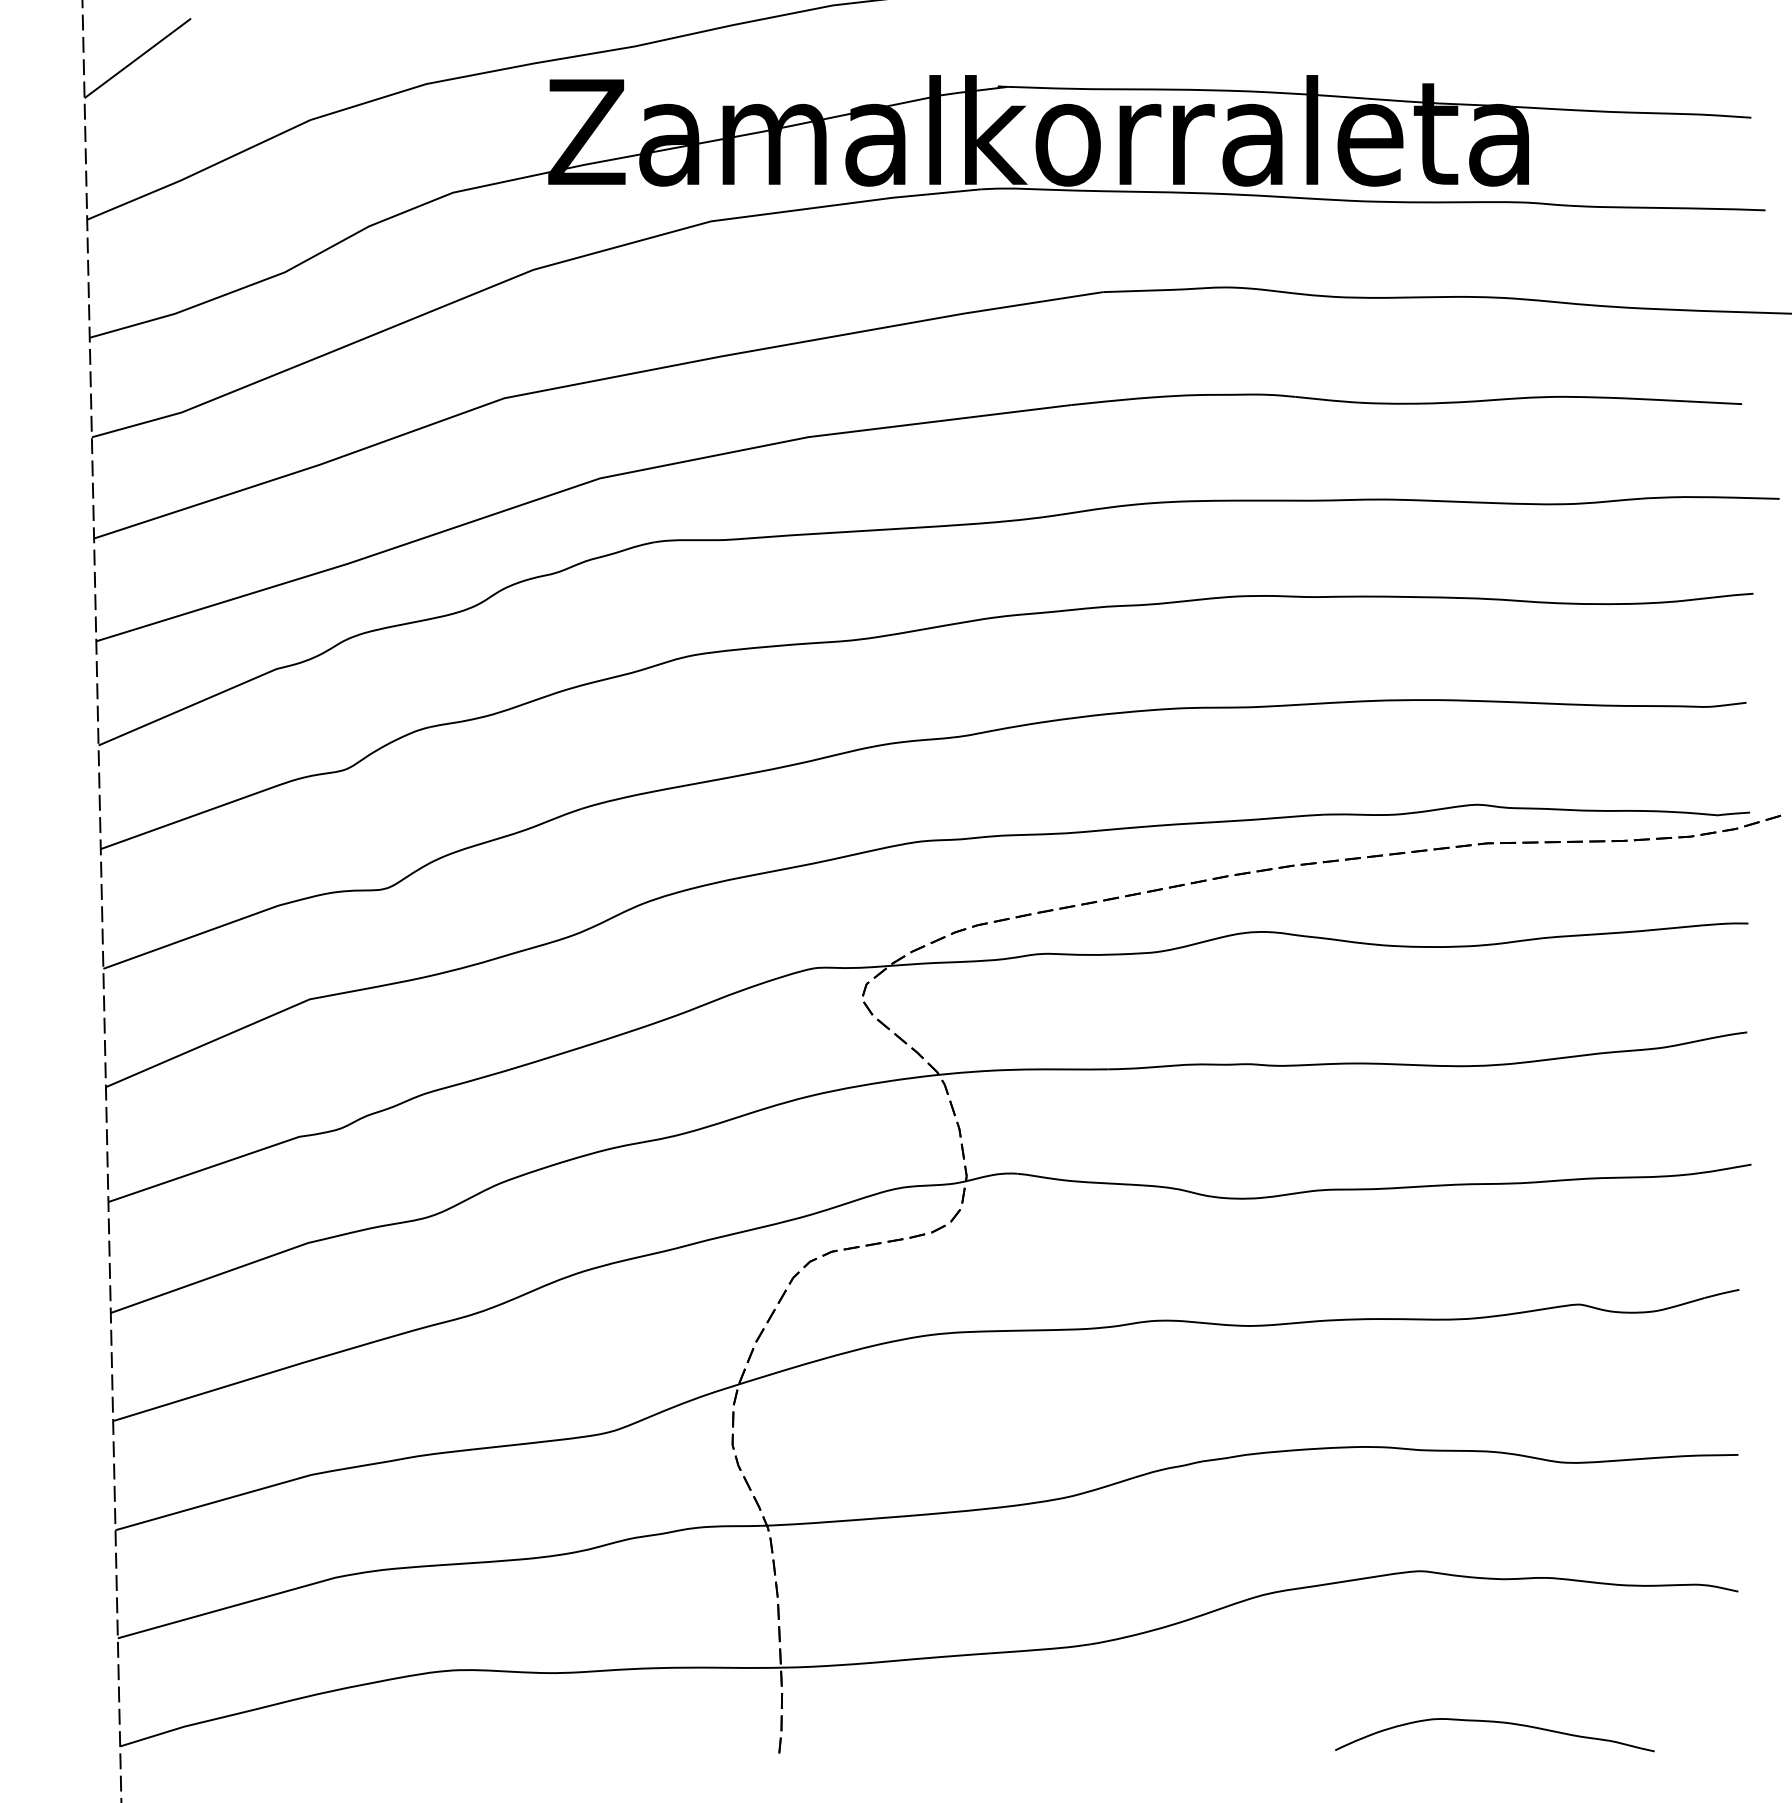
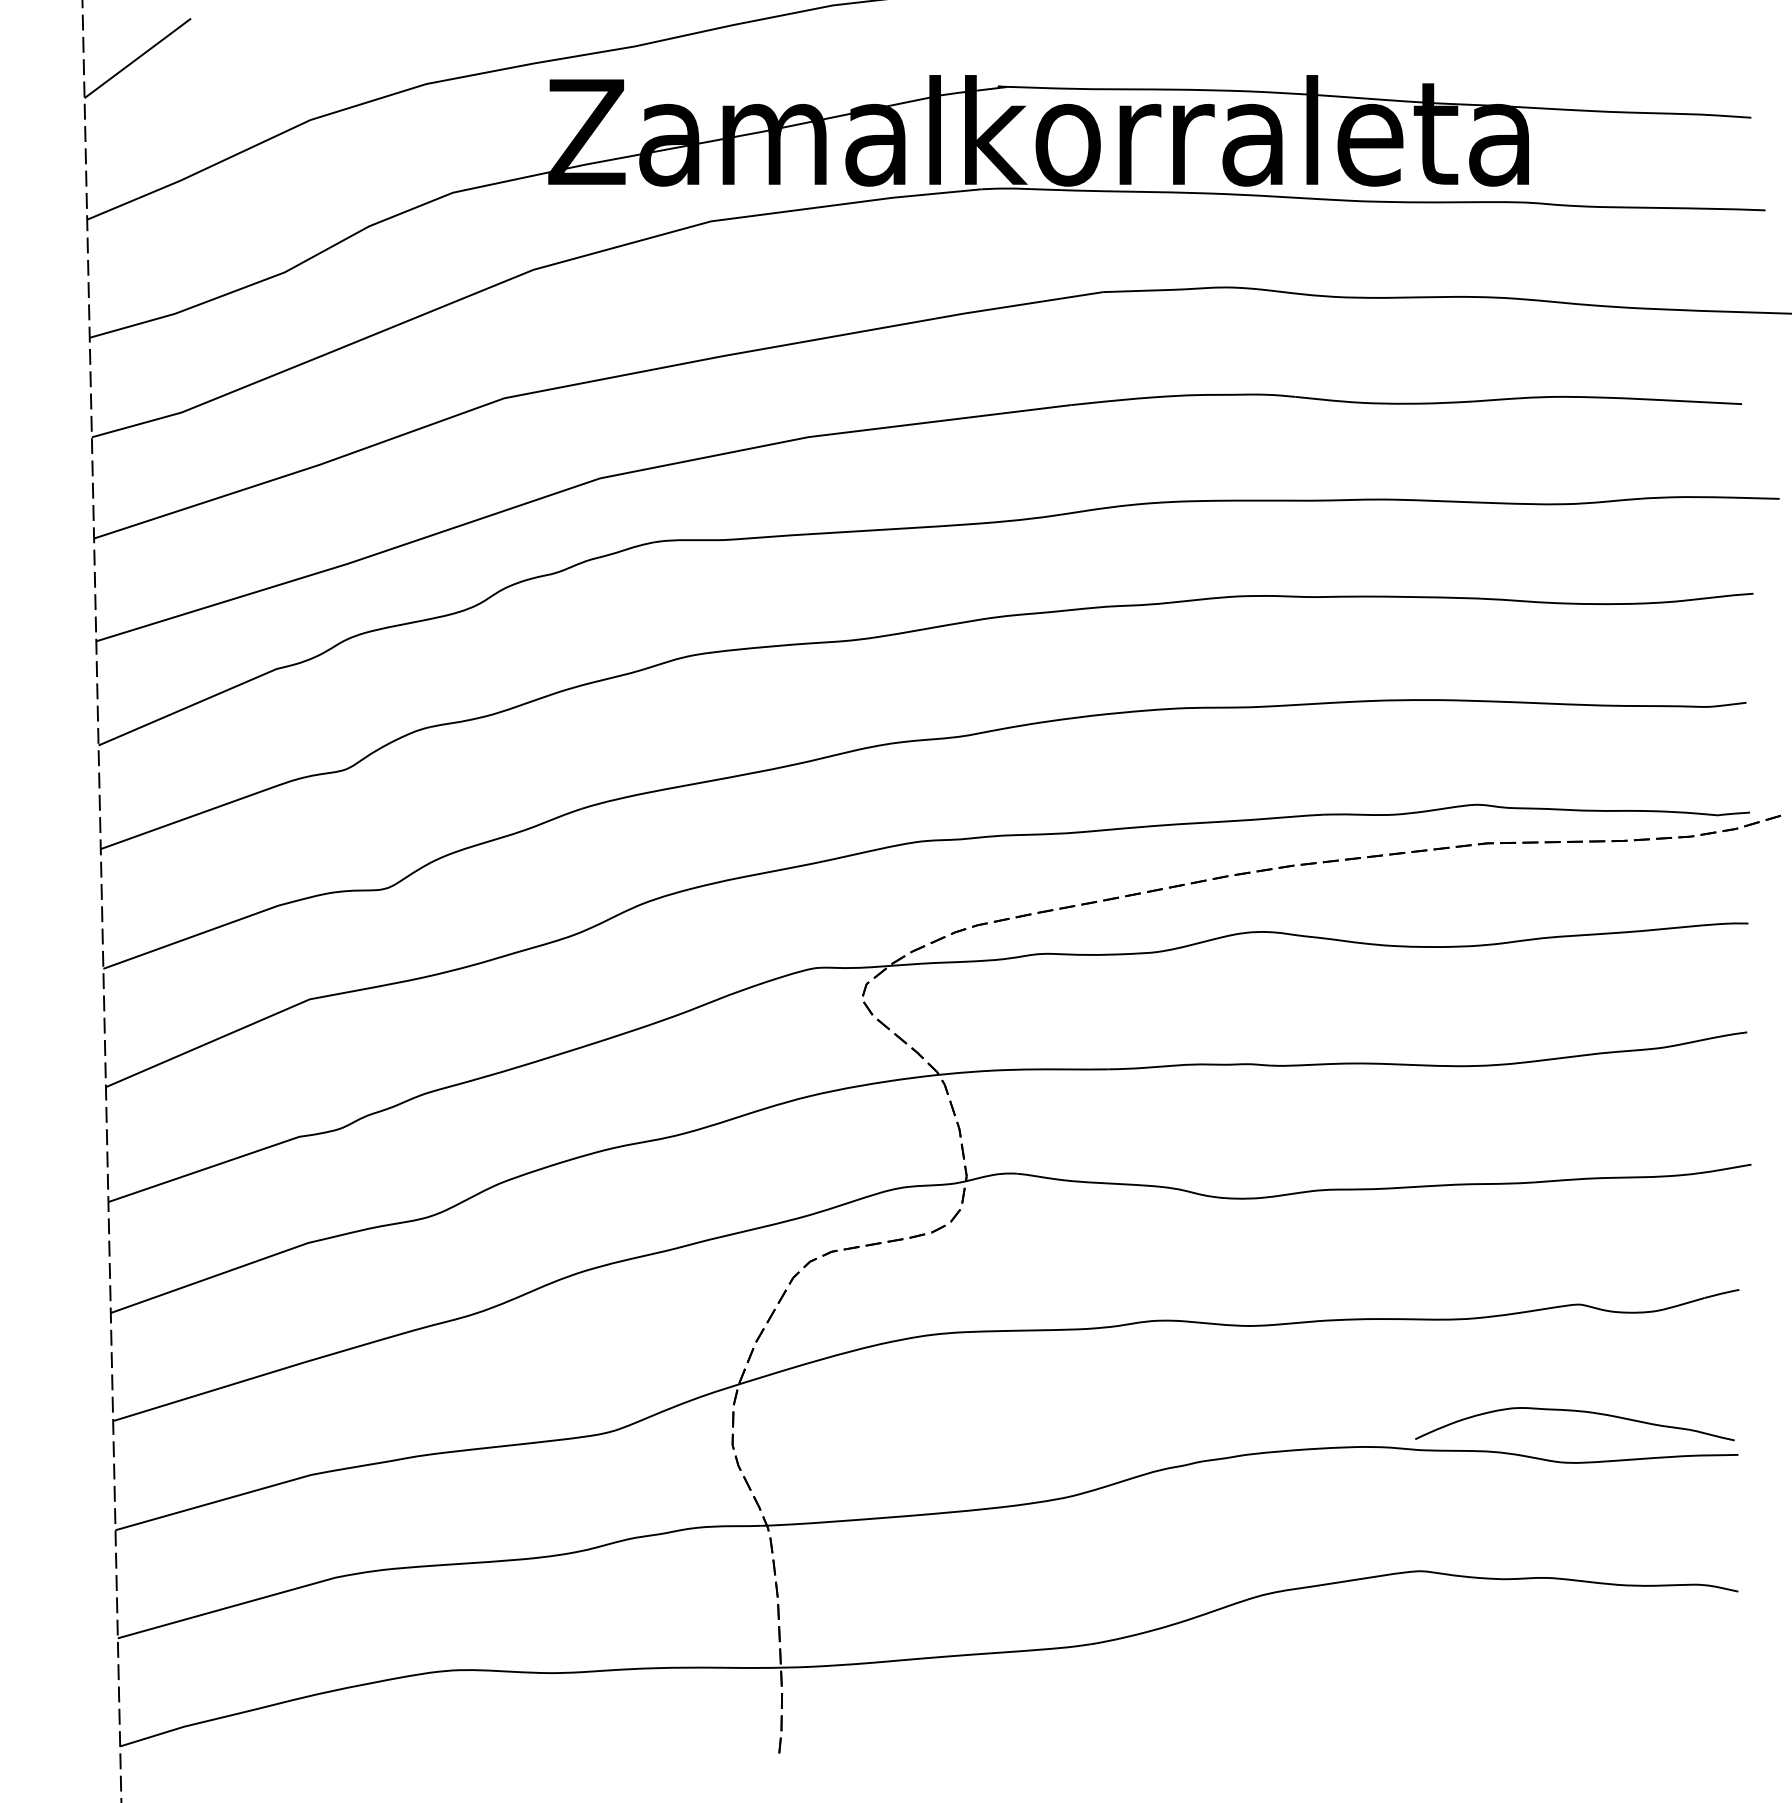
part at (1494, 1722) position: (1494, 1722) -> (1574, 1411)
